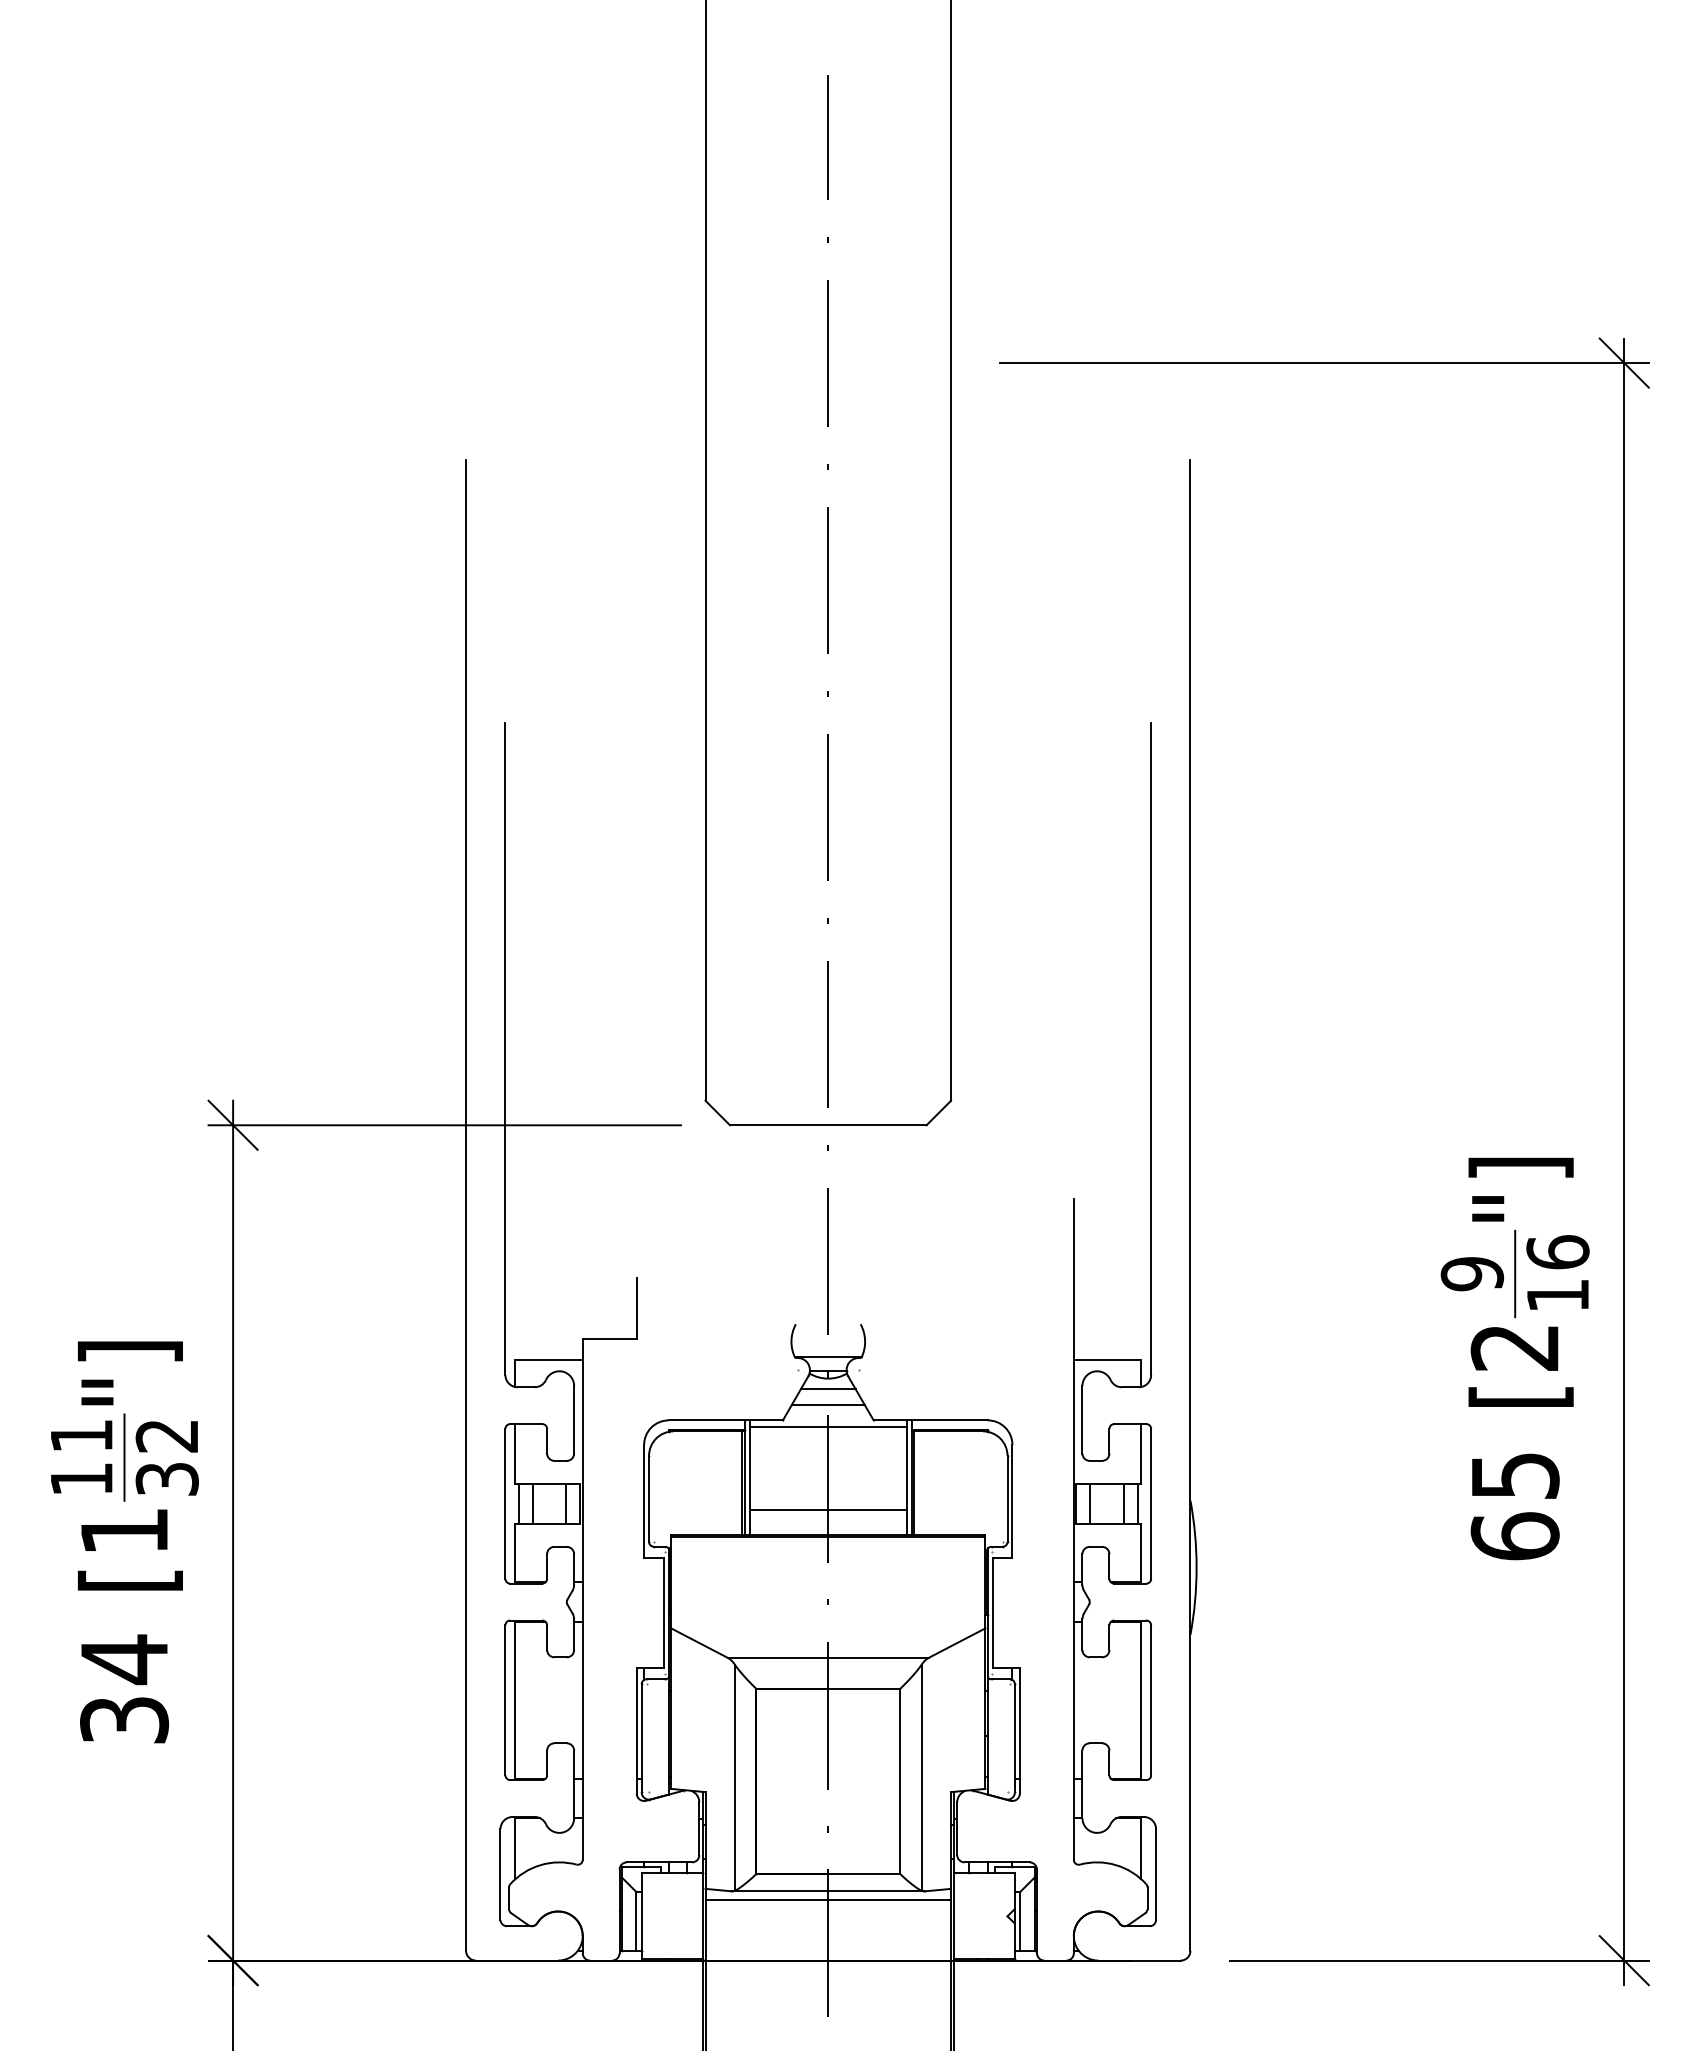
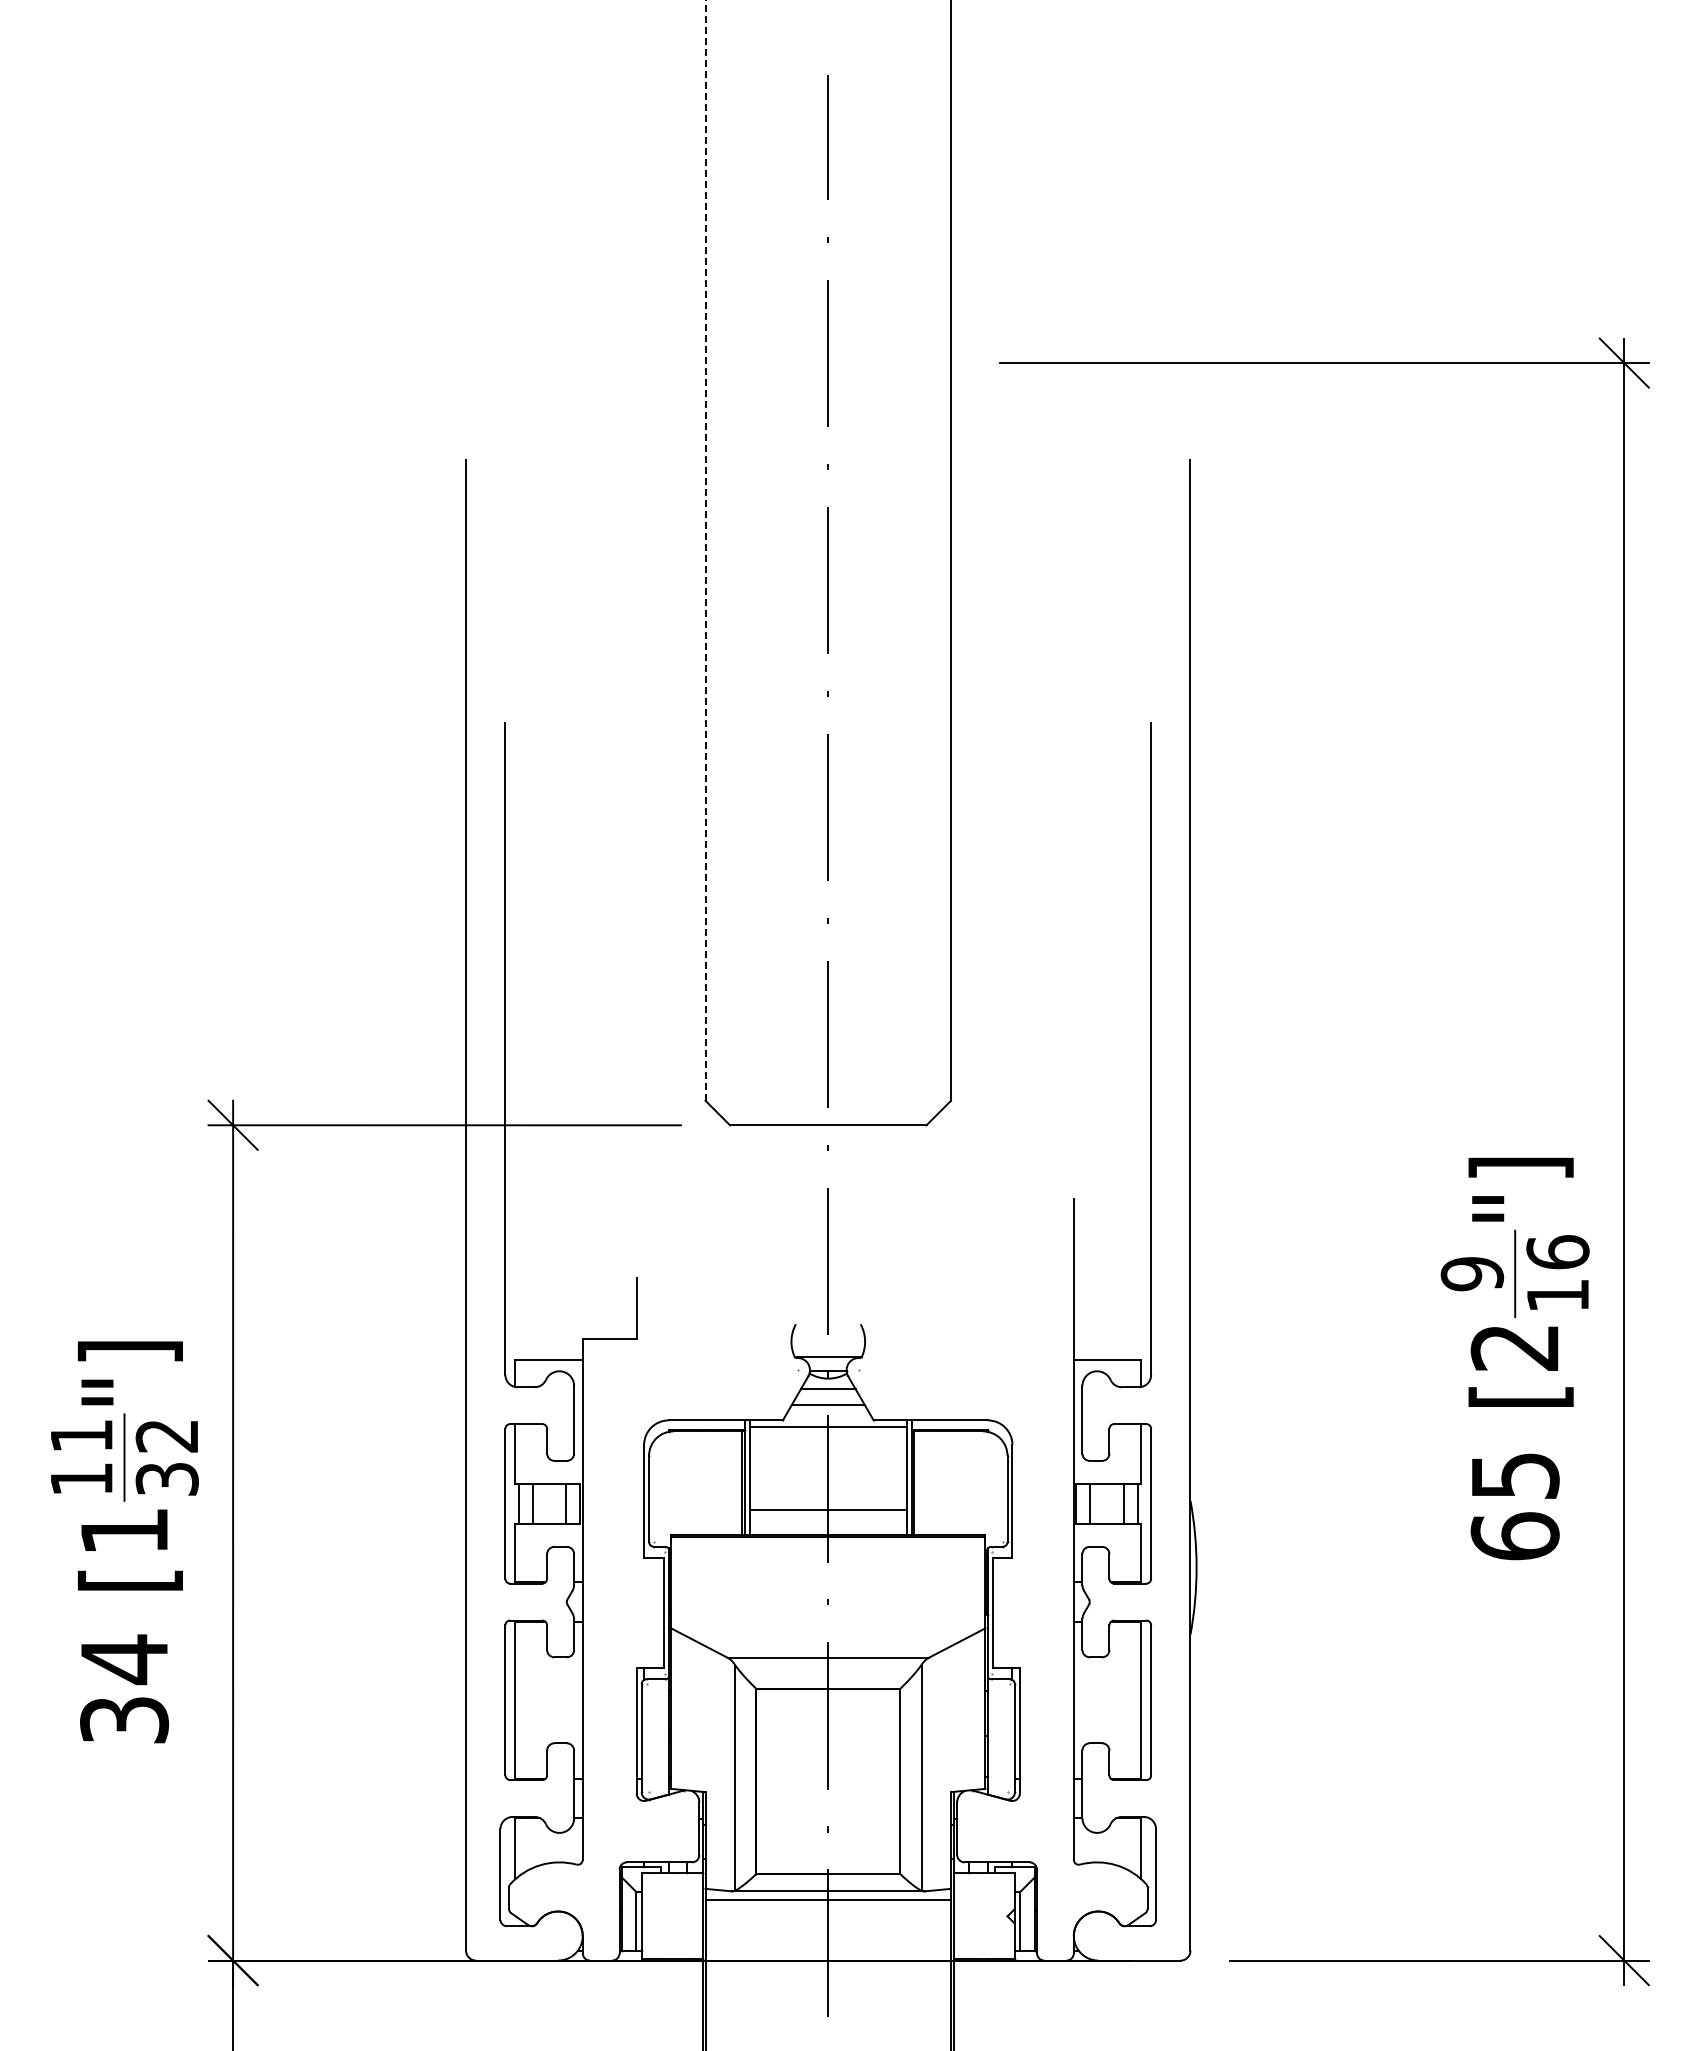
line at (705, 549): solid -> dashed
